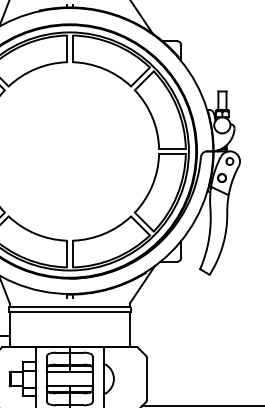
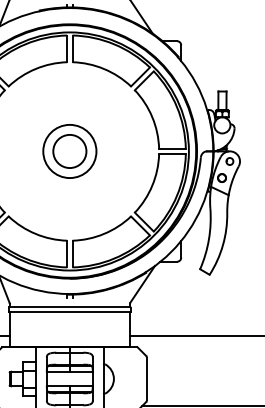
part at (69, 151): none -> present
line at (195, 336): none -> present
